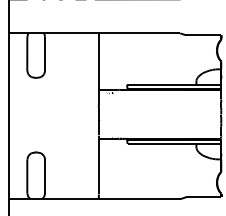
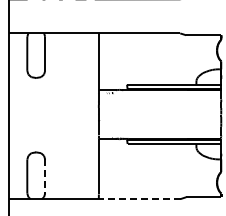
line at (45, 177): solid -> dashed
line at (139, 199): solid -> dashed
